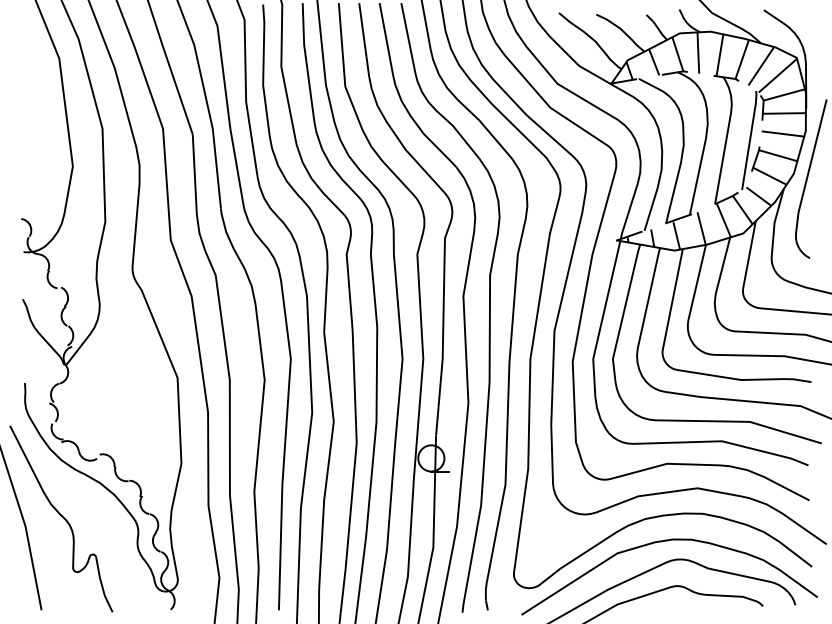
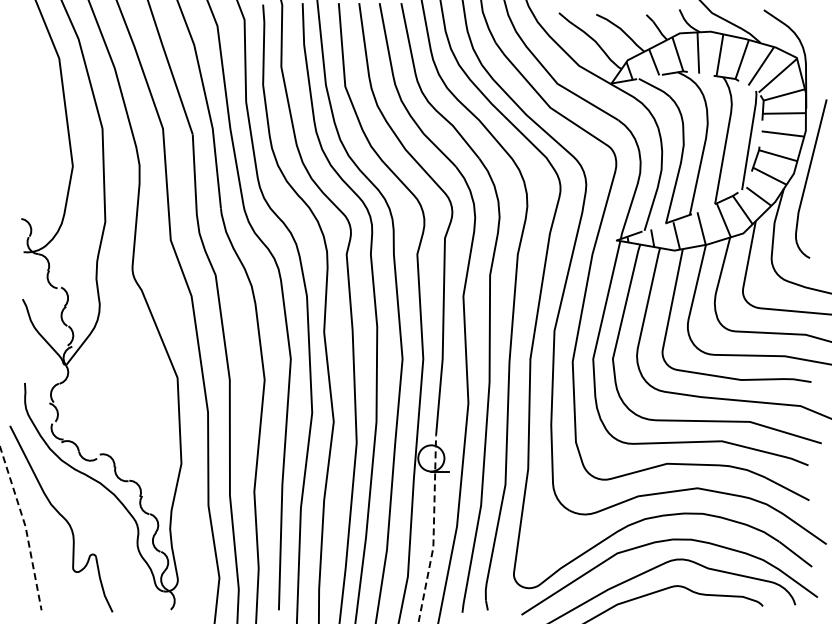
line at (25, 527): solid -> dashed
line at (433, 530): solid -> dashed
